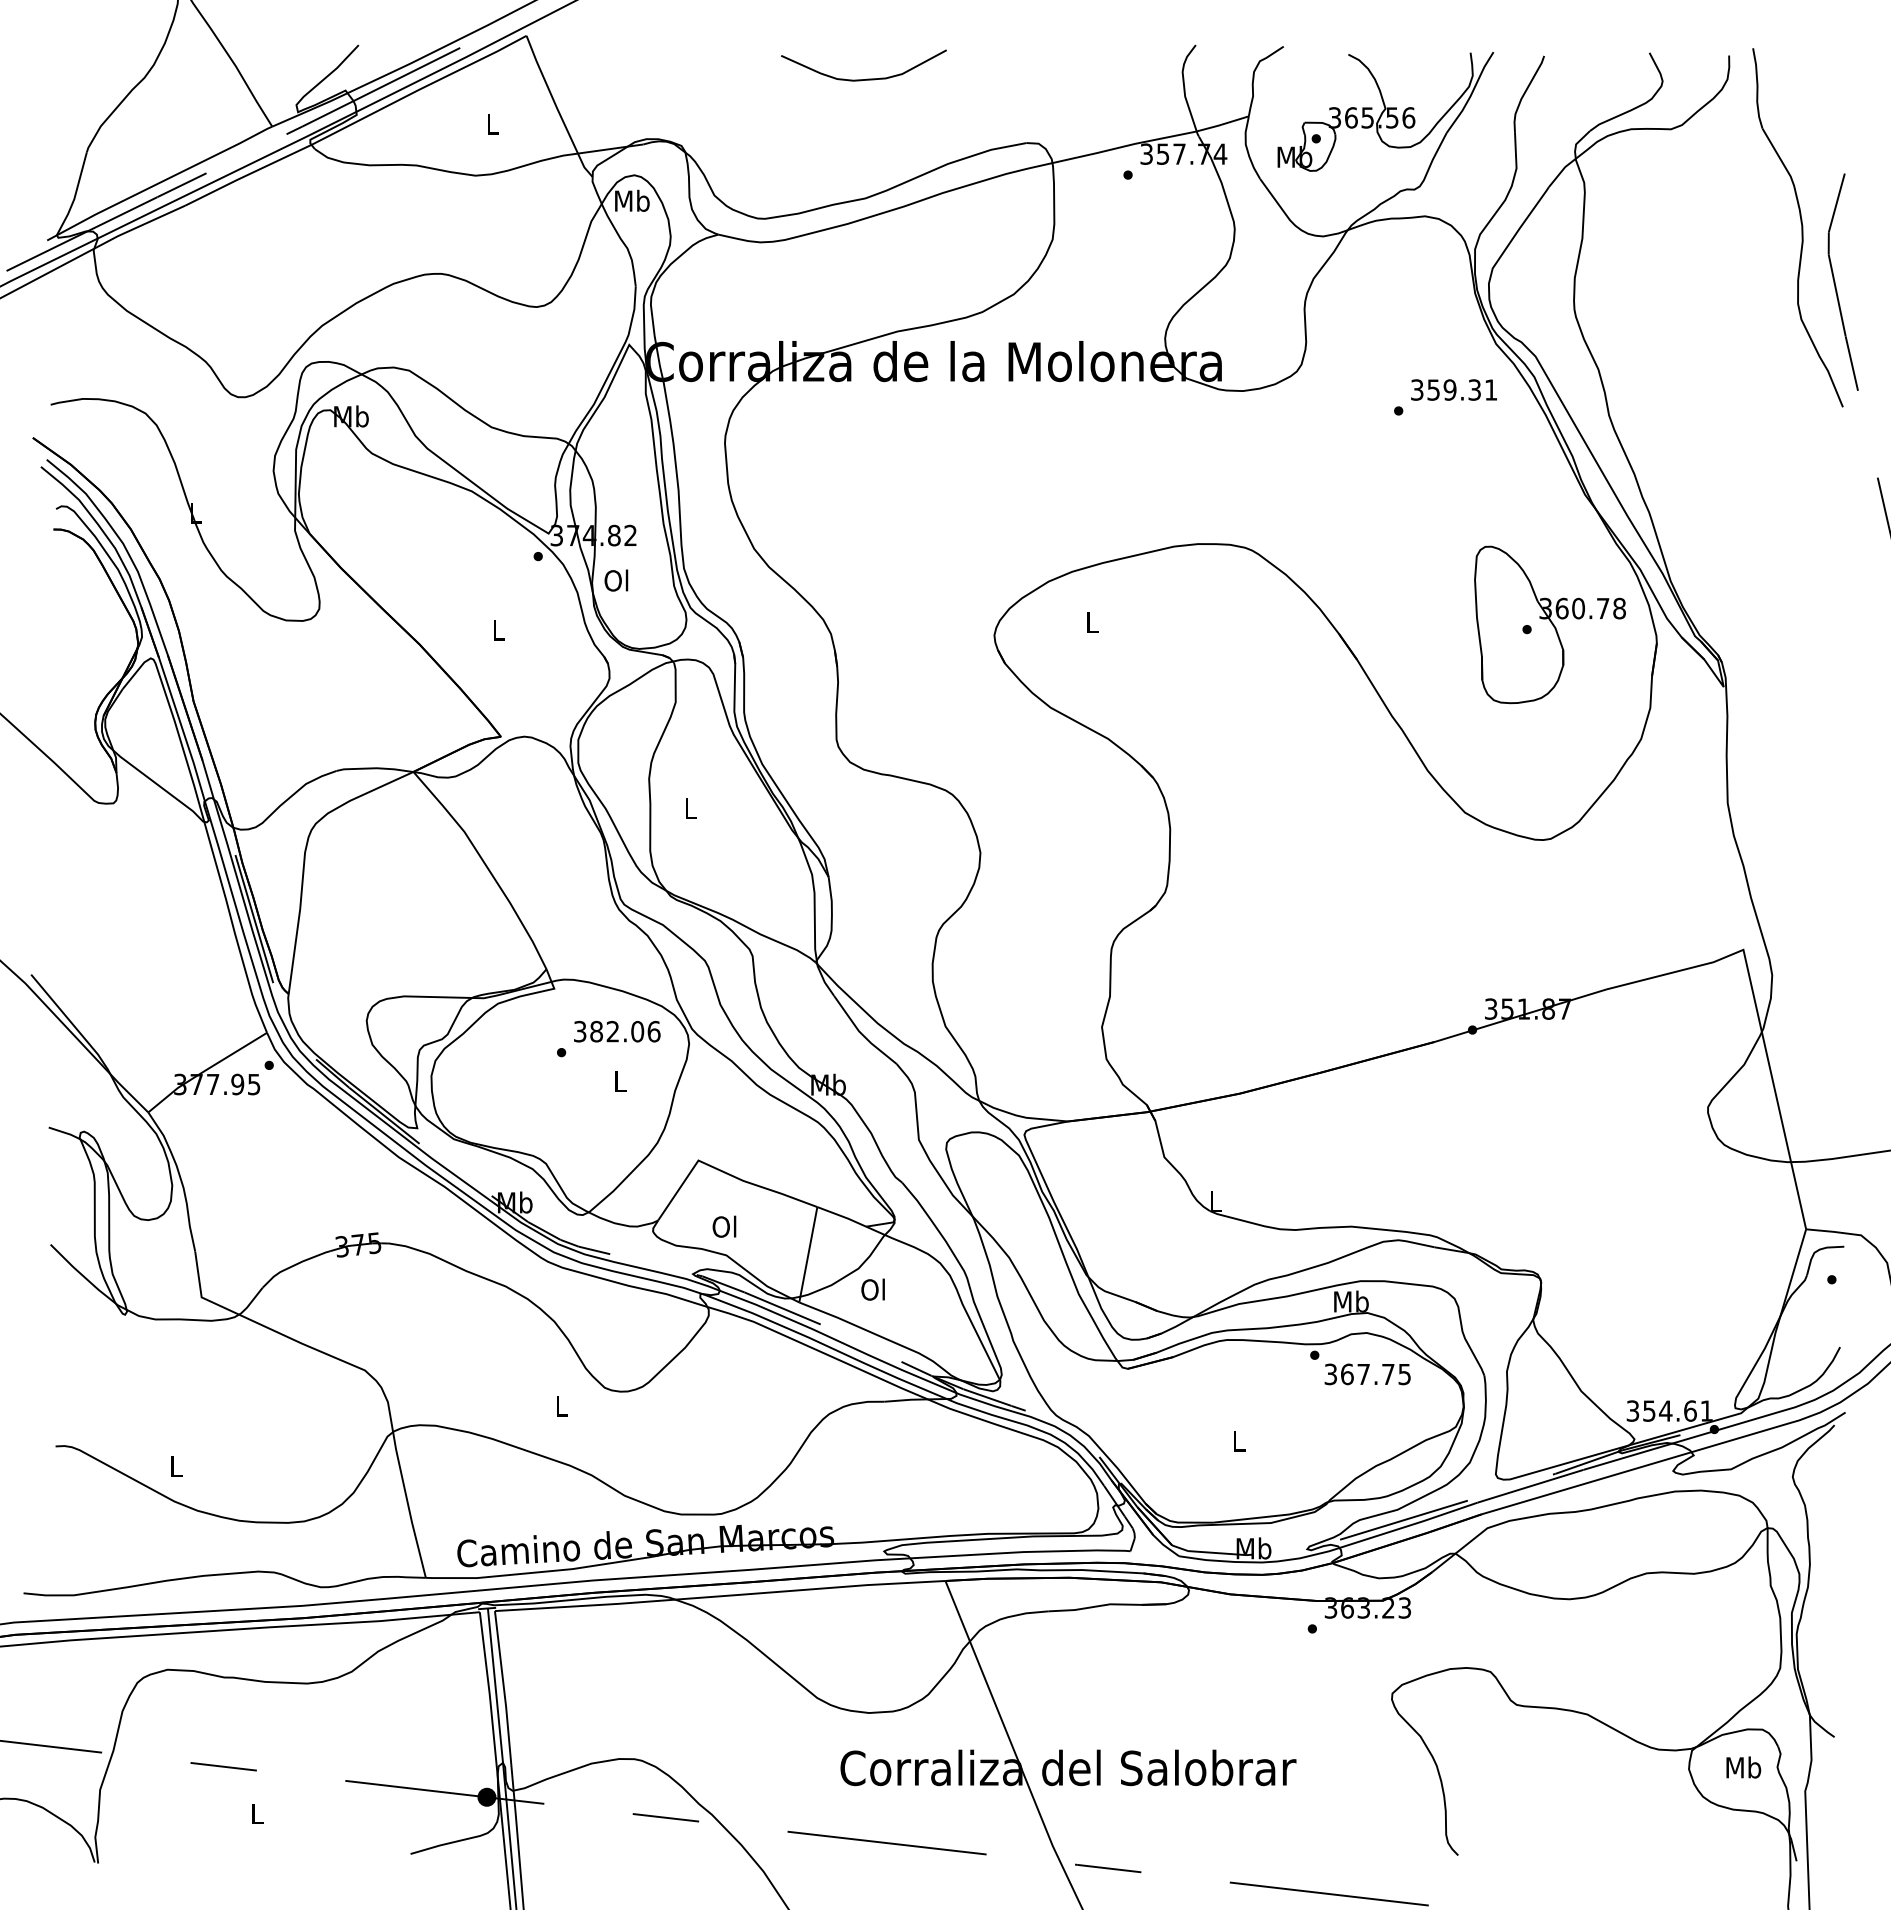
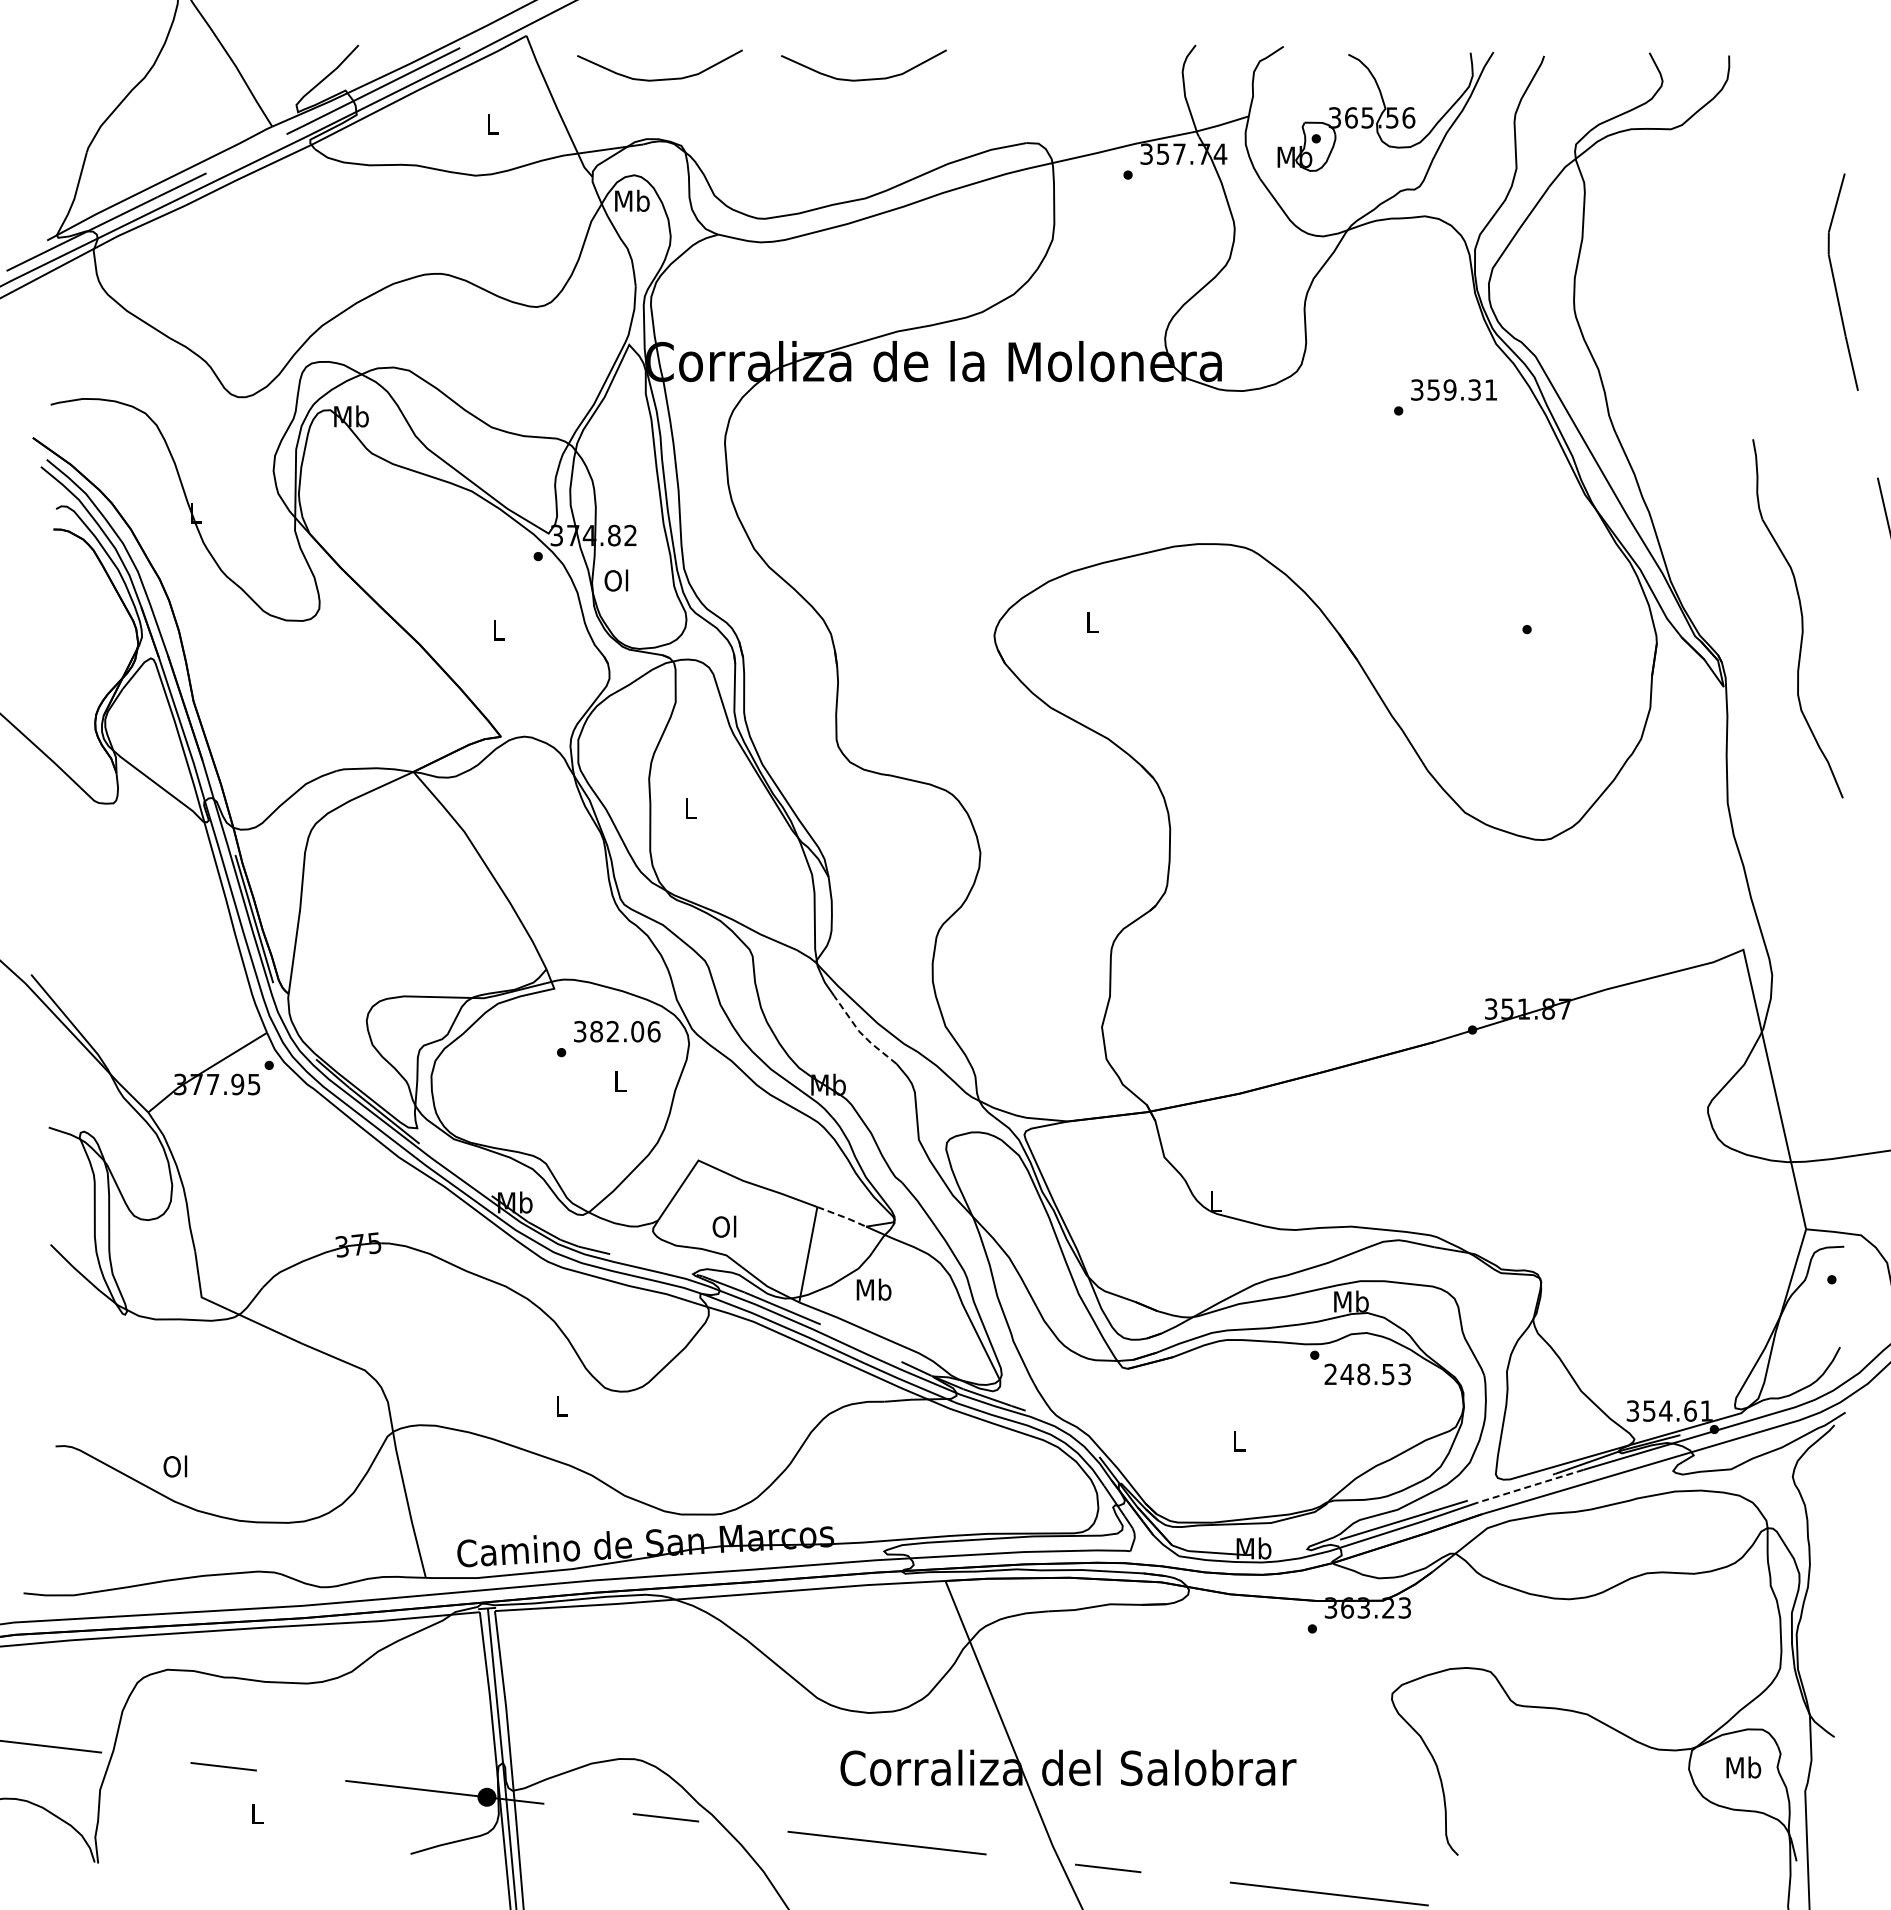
curve at (662, 78): none -> present
part at (1797, 227) position: (1797, 227) -> (1797, 618)
part at (1549, 624): present -> none
line at (861, 1033): solid -> dashed
line at (842, 1216): solid -> dashed
text at (873, 1289): Ol -> Mb
text at (1367, 1374): 367.75 -> 248.53
text at (175, 1466): L -> Ol
line at (1530, 1486): solid -> dashed
